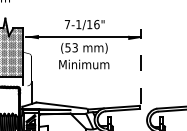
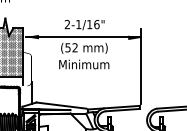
text at (67, 24): 7-1/16" -> 2-1/16"
text at (74, 47): (53 -> (52
line at (141, 66): dashed -> solid
